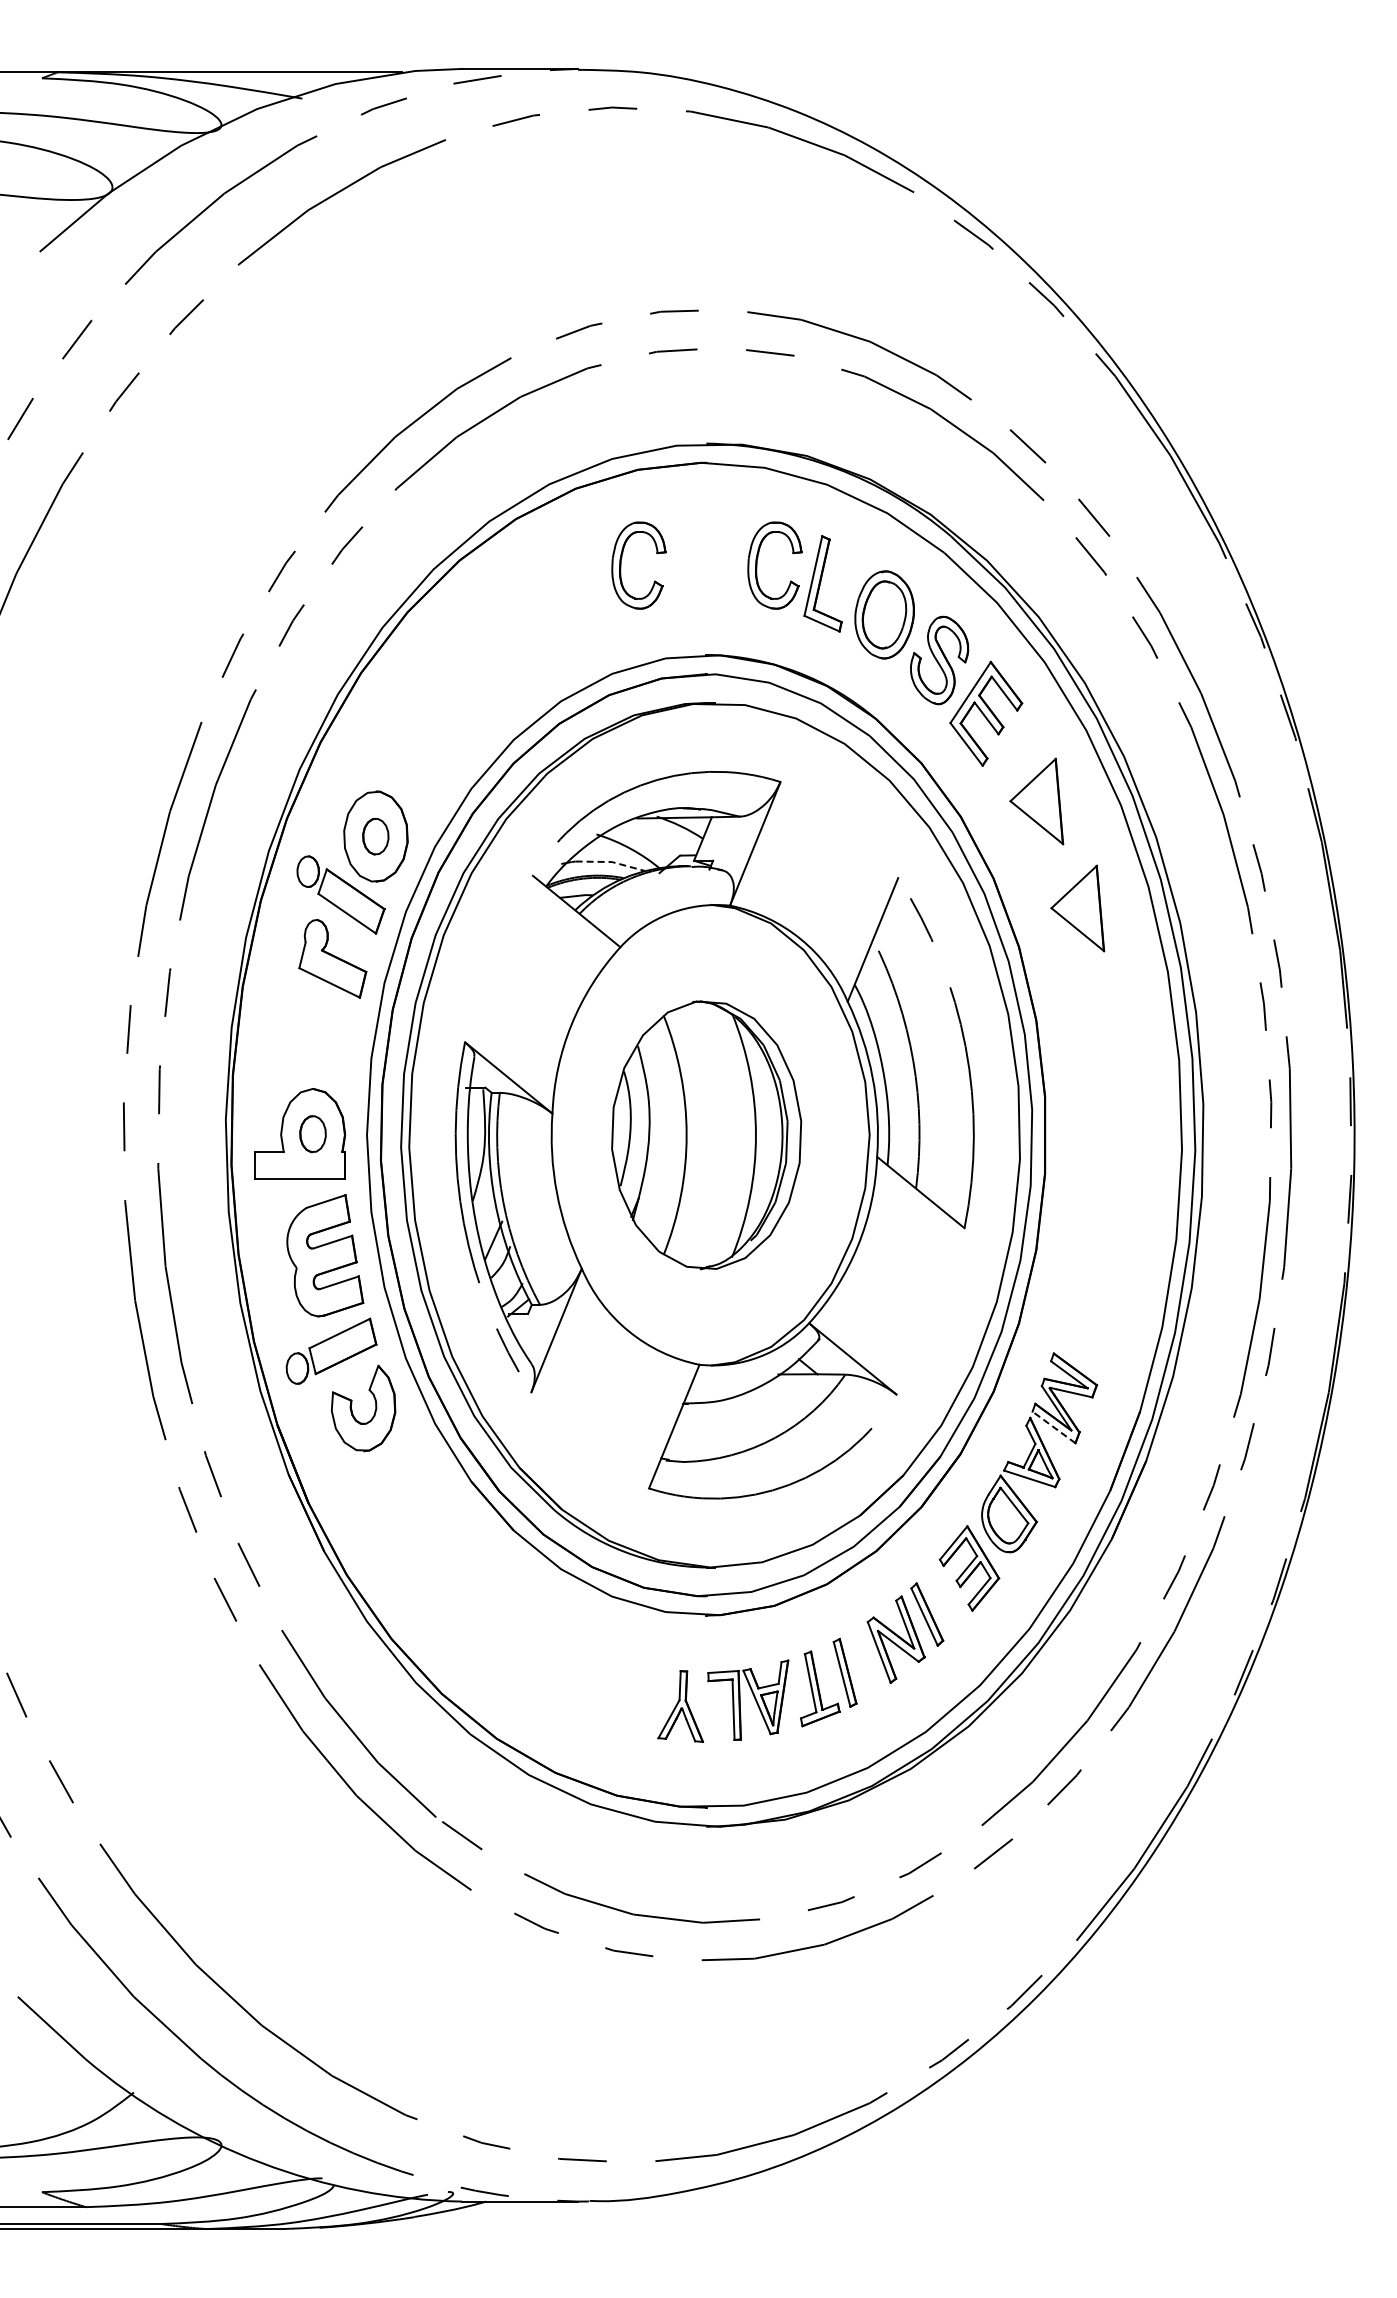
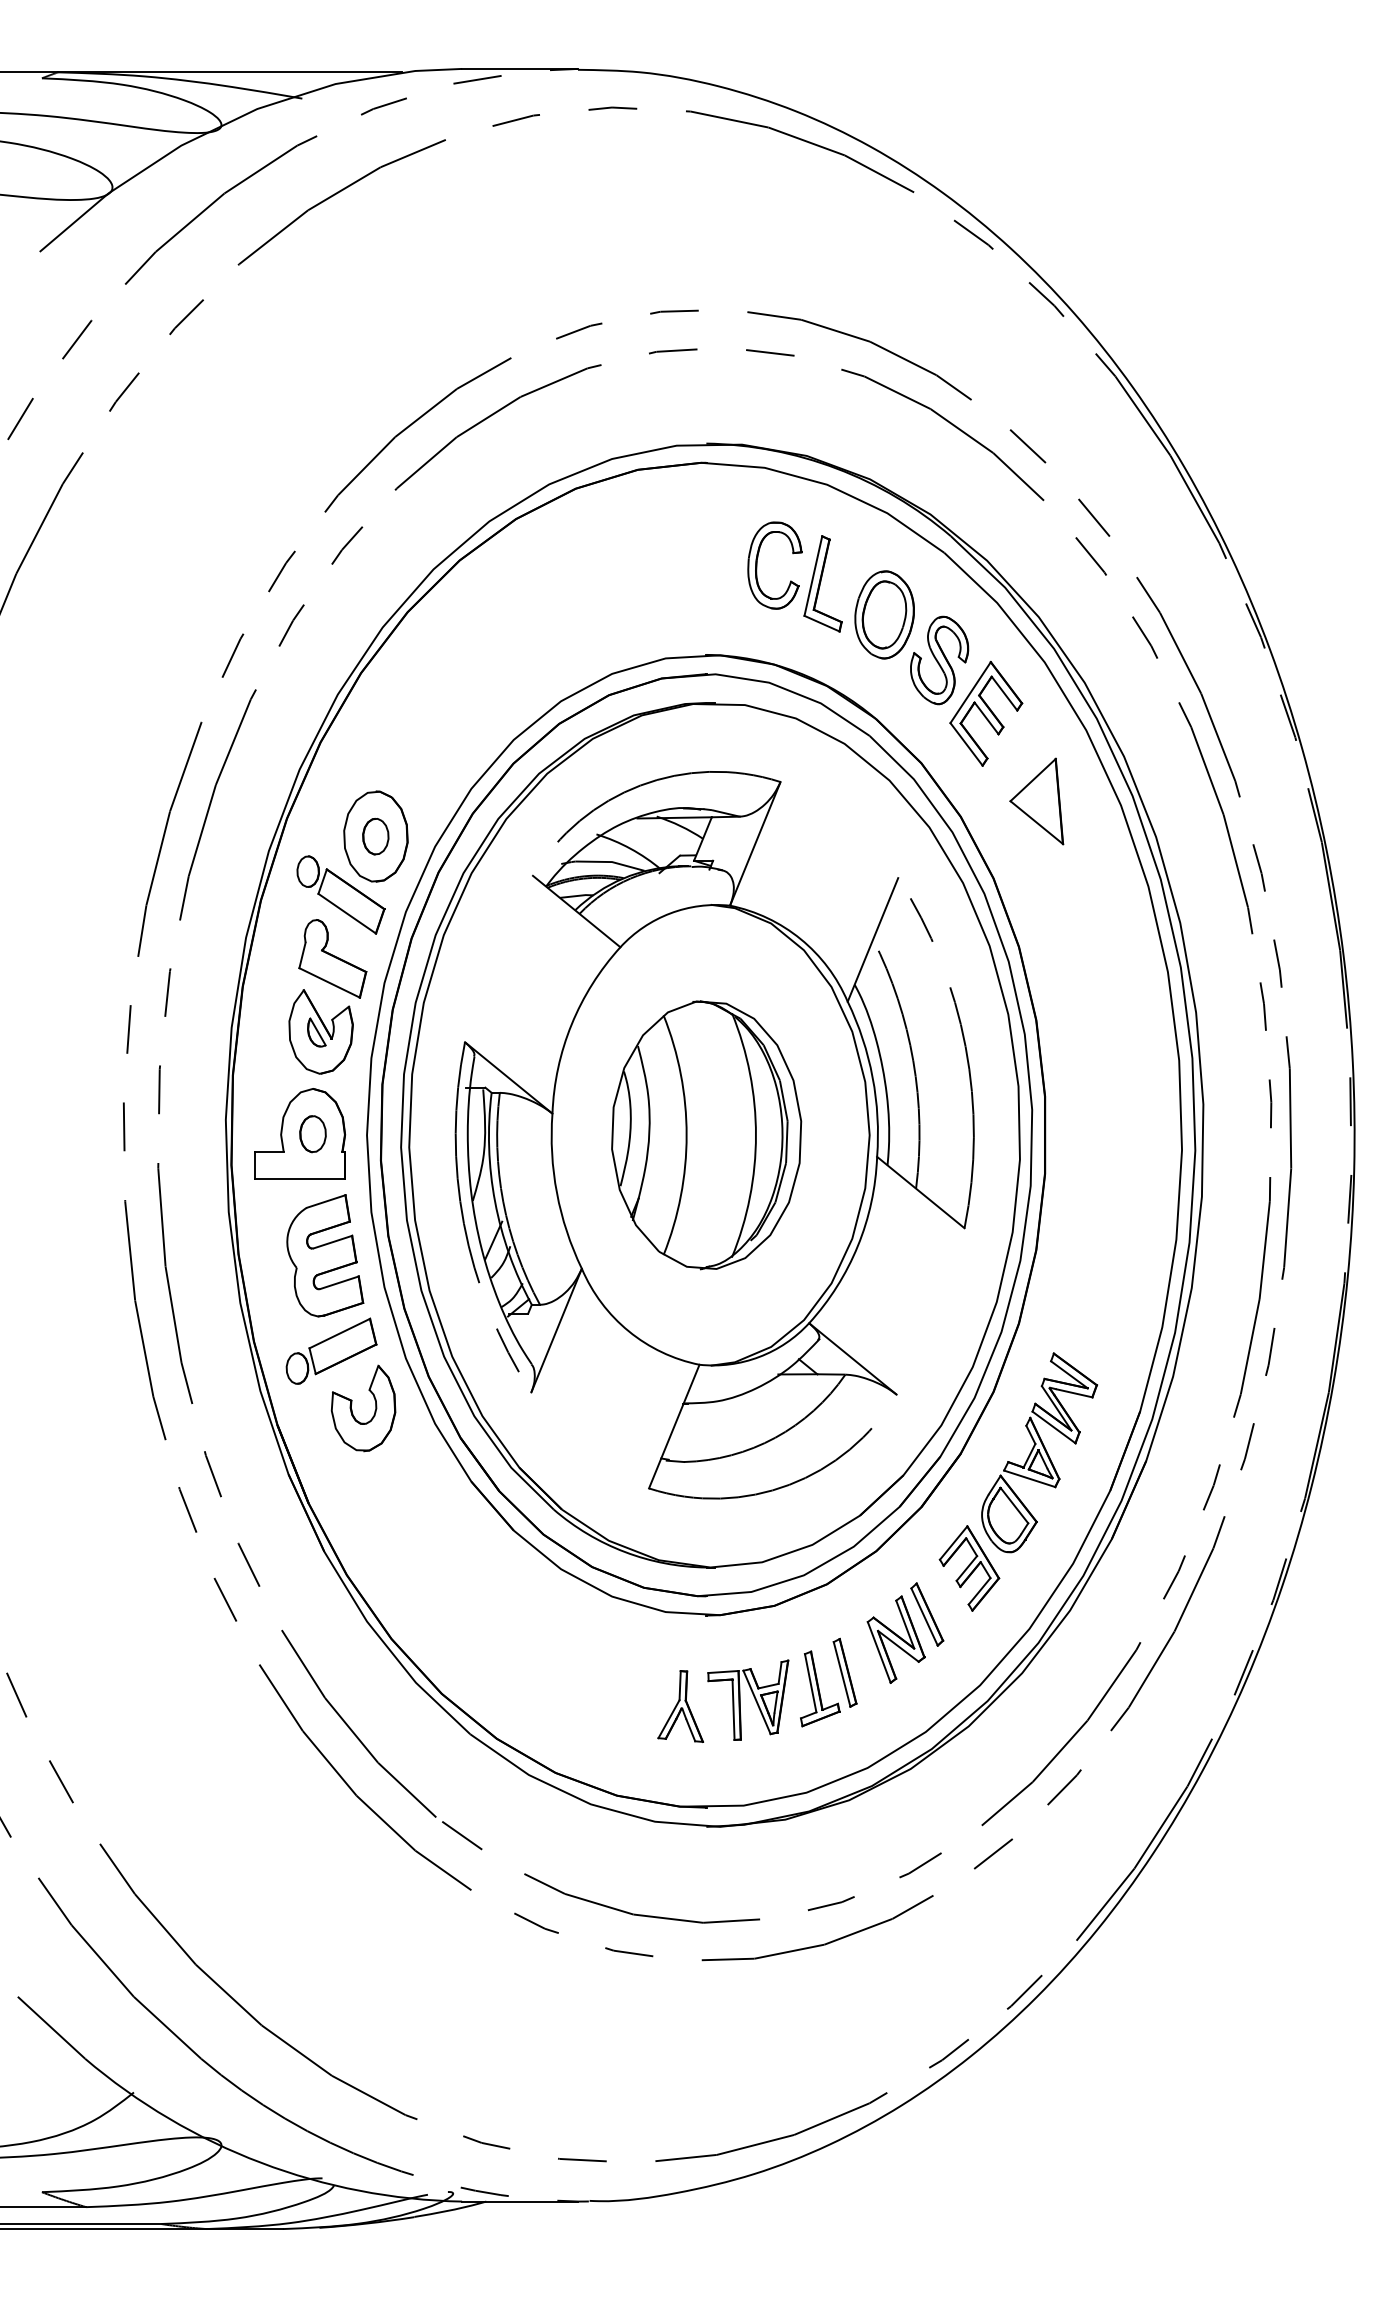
part at (621, 565): present -> none
line at (611, 862): dashed -> solid
part at (1077, 908): present -> none
part at (320, 1031): none -> present
line at (1054, 1427): dashed -> solid
